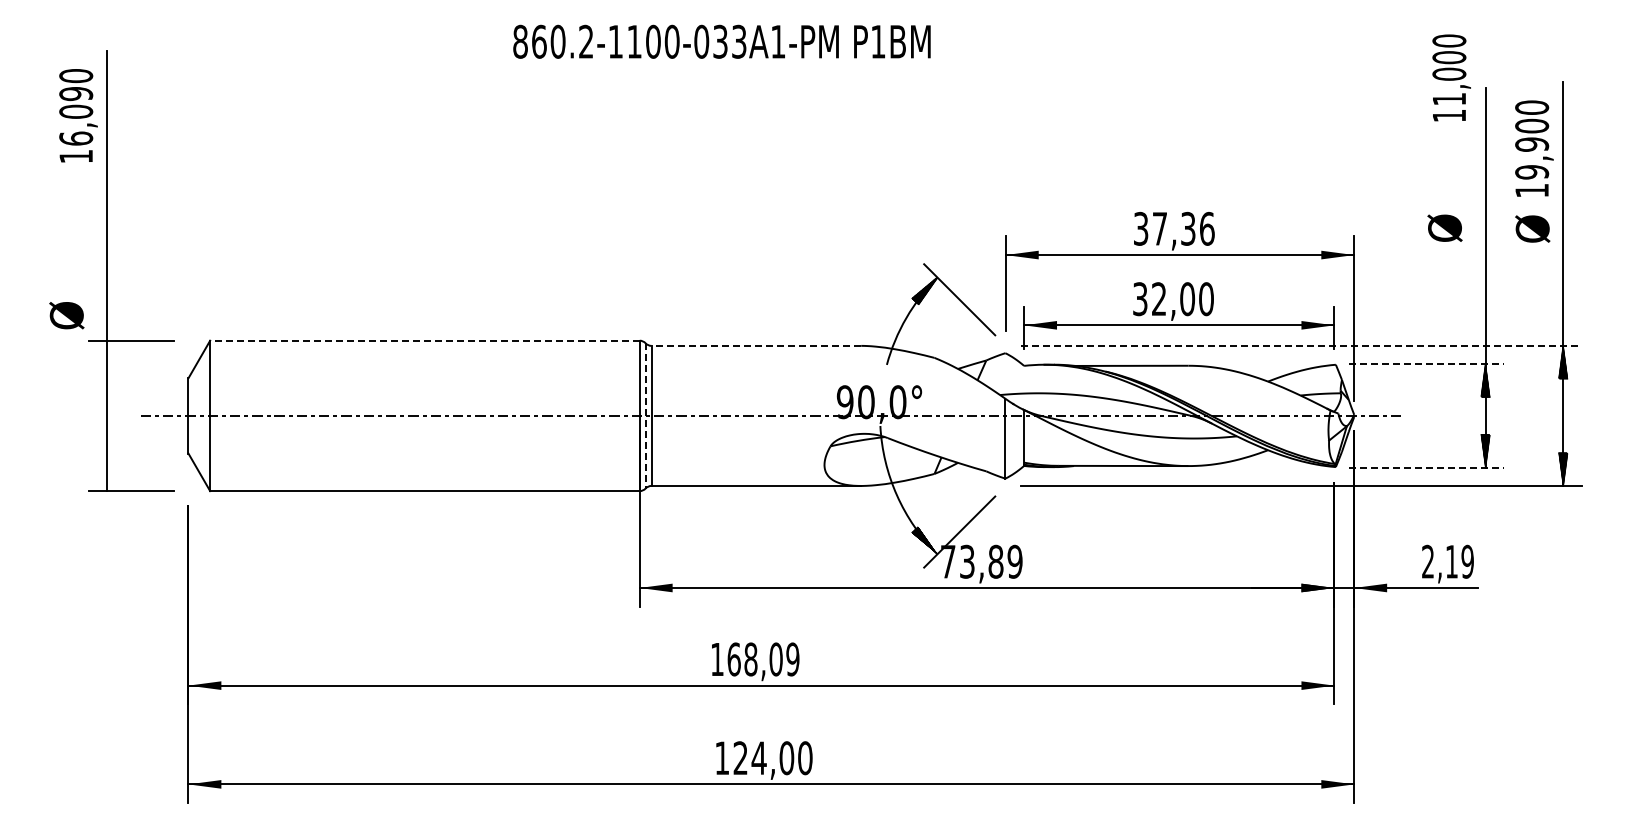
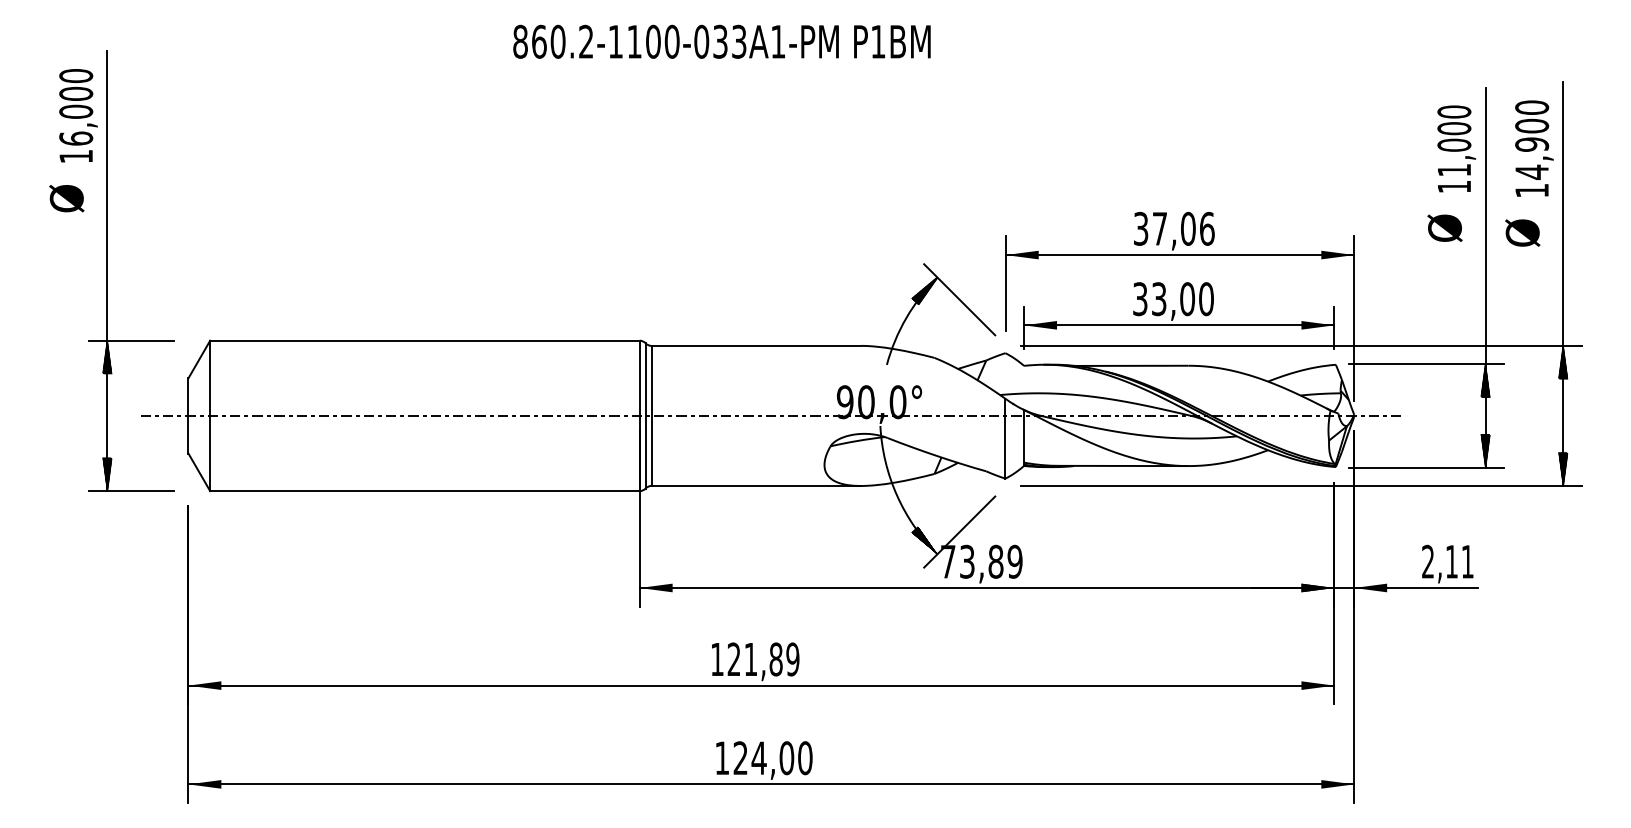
text at (1451, 77) position: (1451, 77) -> (1456, 148)
text at (76, 93): 16,090 -> 16,000
text at (1532, 172): 19,900 -> 14,900
text at (1188, 228): 37,36 -> 37,06
text at (1532, 228) position: (1532, 228) -> (1522, 232)
text at (1159, 299): 32,00 -> 33,00
text at (66, 315) position: (66, 315) -> (66, 198)
line at (424, 340): dashed -> solid
line at (756, 345): dashed -> solid
line at (1301, 345): dashed -> solid
hatch at (107, 356): none -> present
line at (1426, 364): dashed -> solid
line at (645, 415): dashed -> solid
line at (1426, 467): dashed -> solid
hatch at (107, 474): none -> present
text at (1467, 561): 2,19 -> 2,11
text at (754, 659): 168,09 -> 121,89
